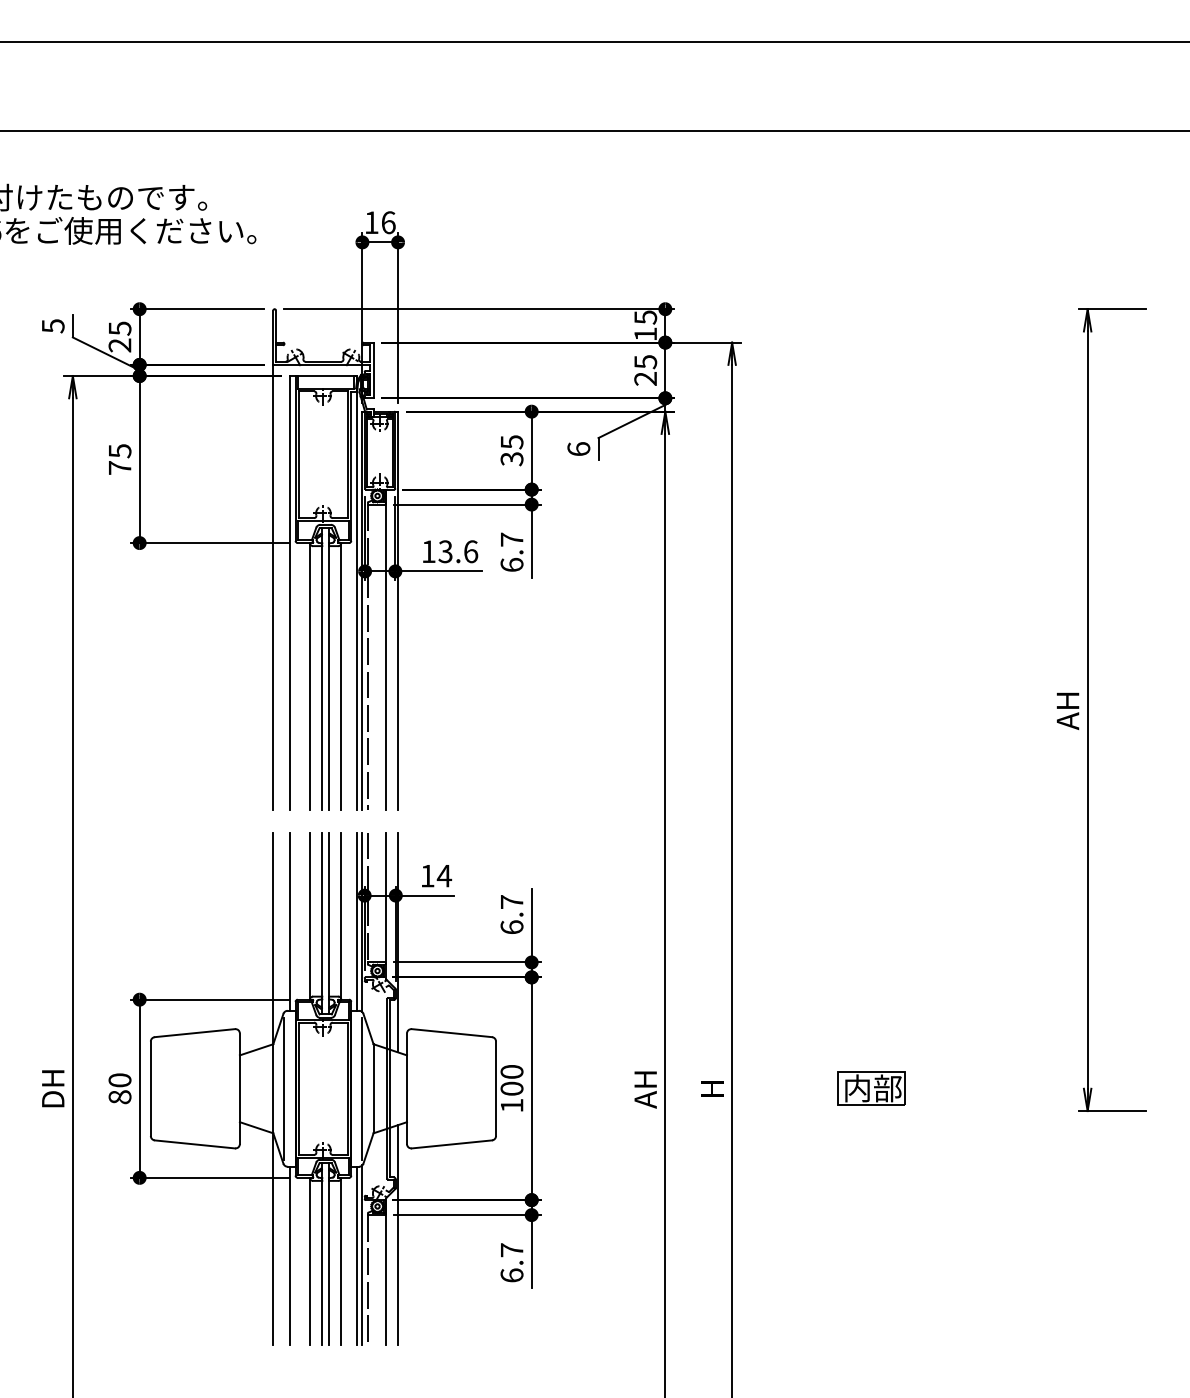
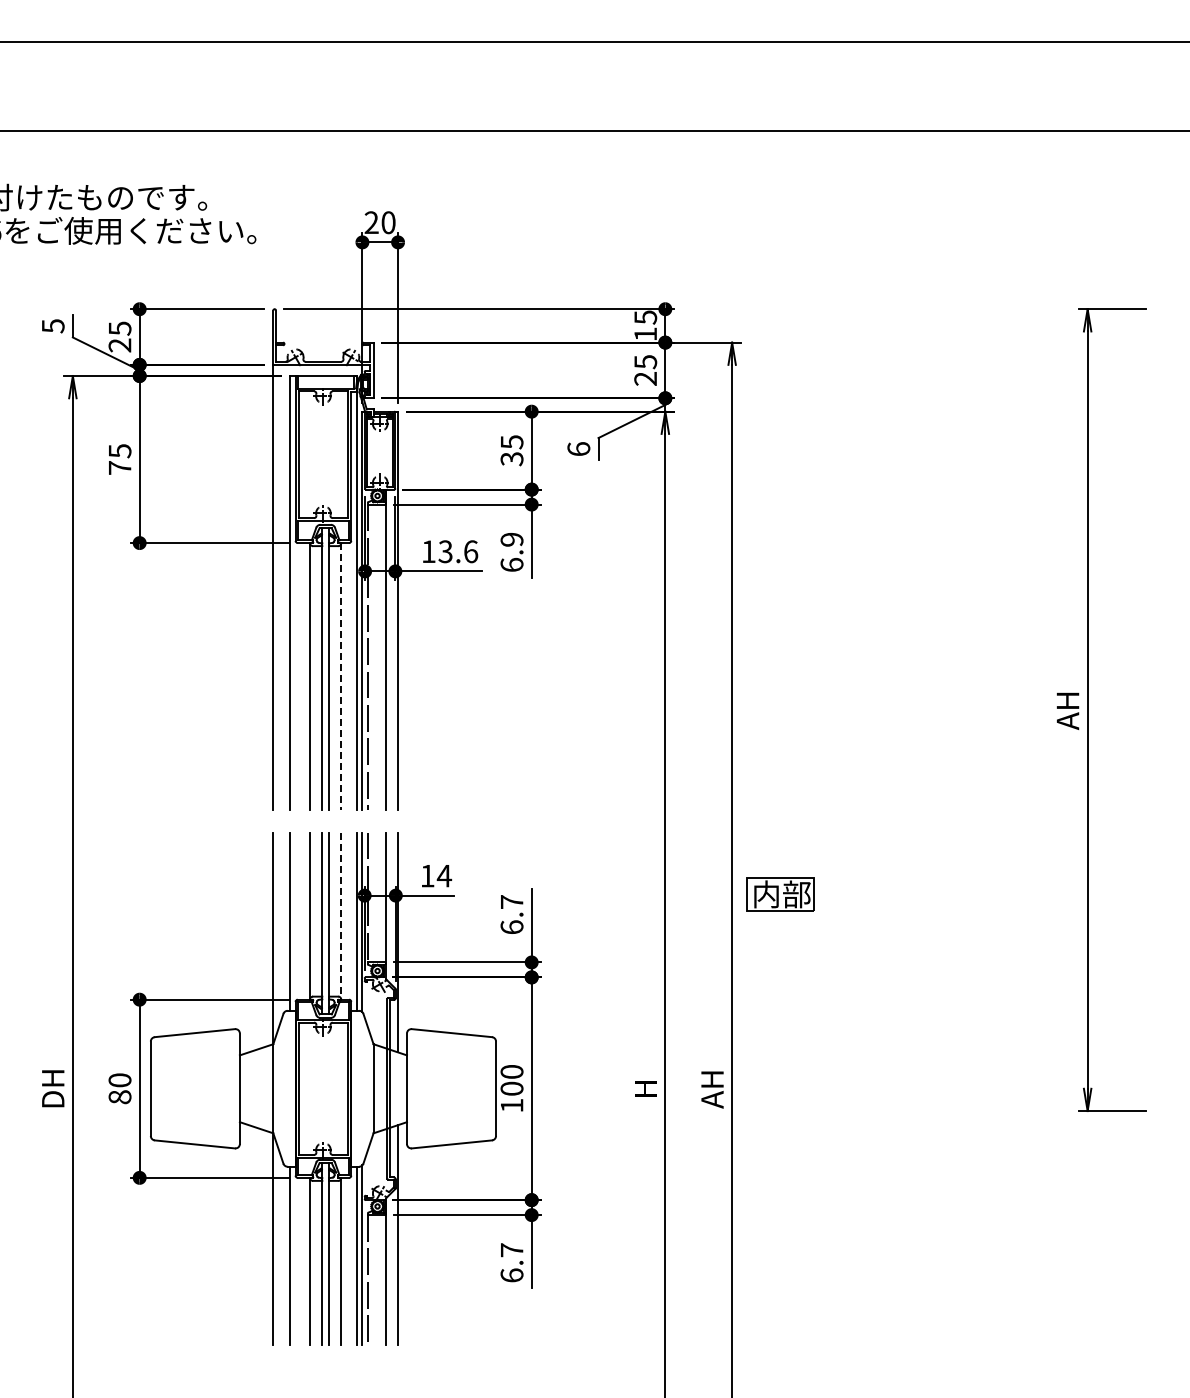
text at (379, 222): 16 -> 20
text at (511, 539): 6.7 -> 6.9
line at (341, 676): solid -> dashed
line at (341, 916): solid -> dashed
line at (284, 1088): present -> none
line at (362, 1088): present -> none
part at (871, 1088) position: (871, 1088) -> (780, 894)
text at (645, 1089): AH -> H
text at (712, 1089): H -> AH
